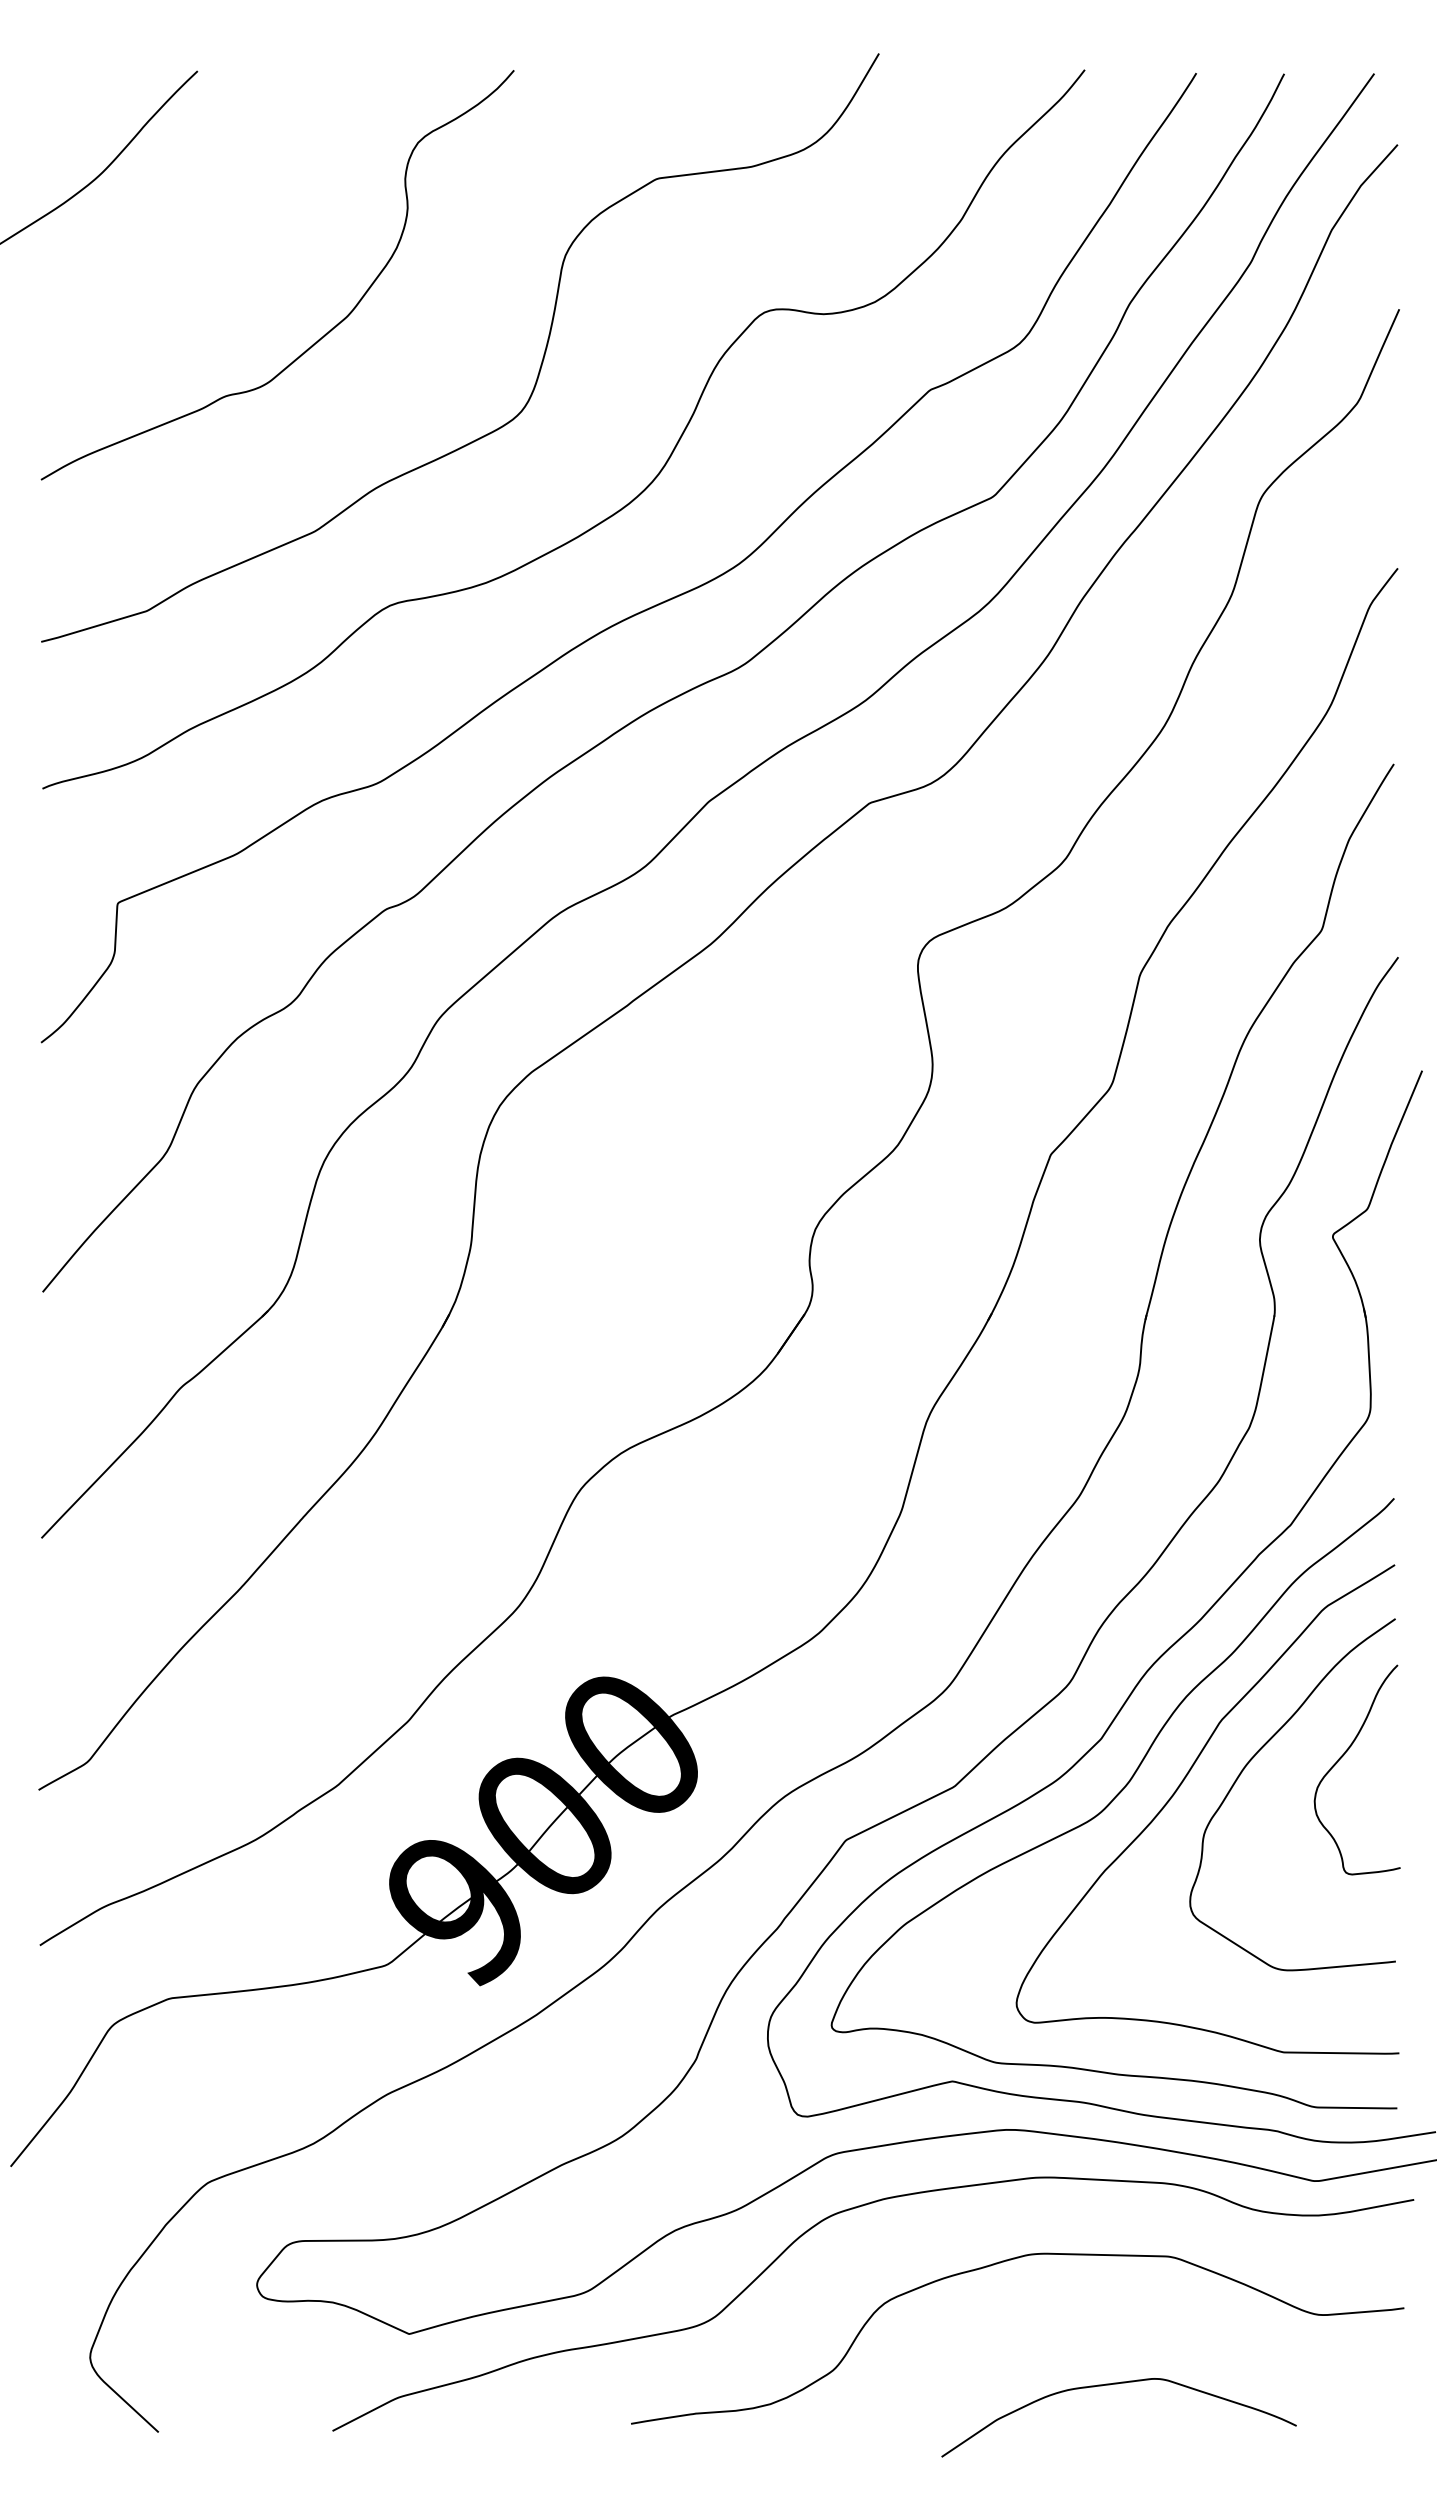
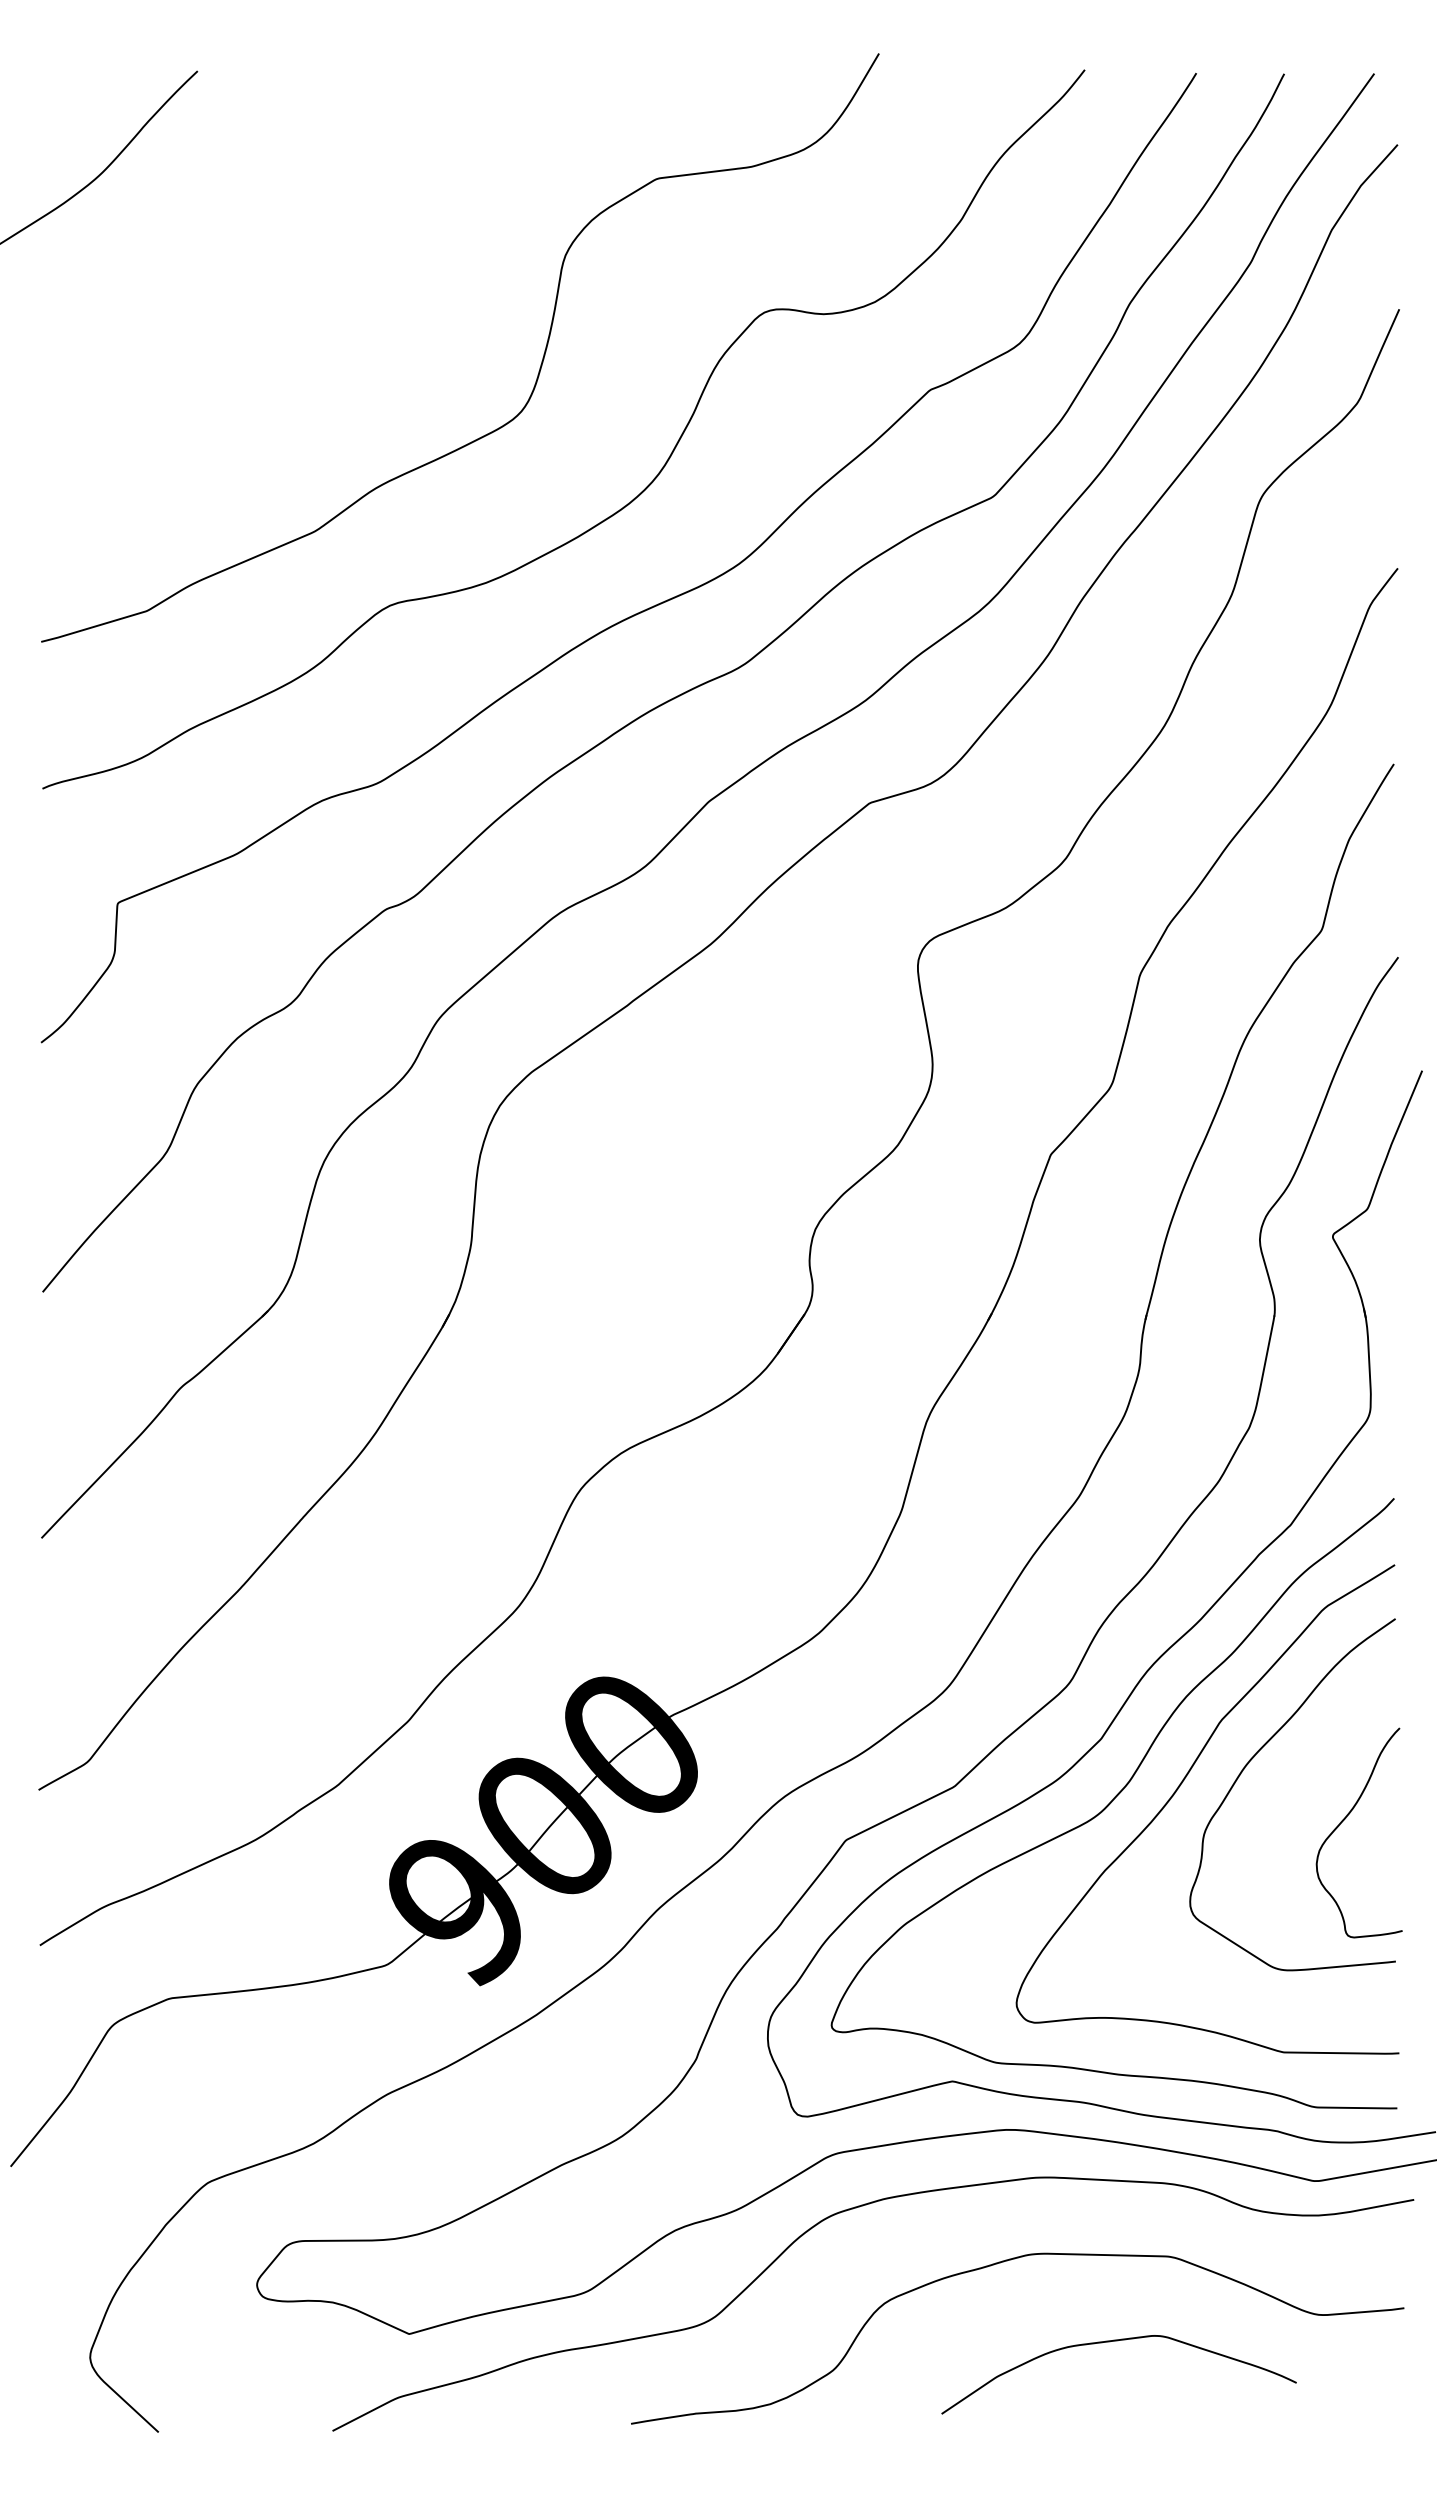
curve at (326, 332): present -> none
curve at (1343, 1756) position: (1343, 1756) -> (1345, 1819)
curve at (1110, 2385) position: (1110, 2385) -> (1110, 2342)
